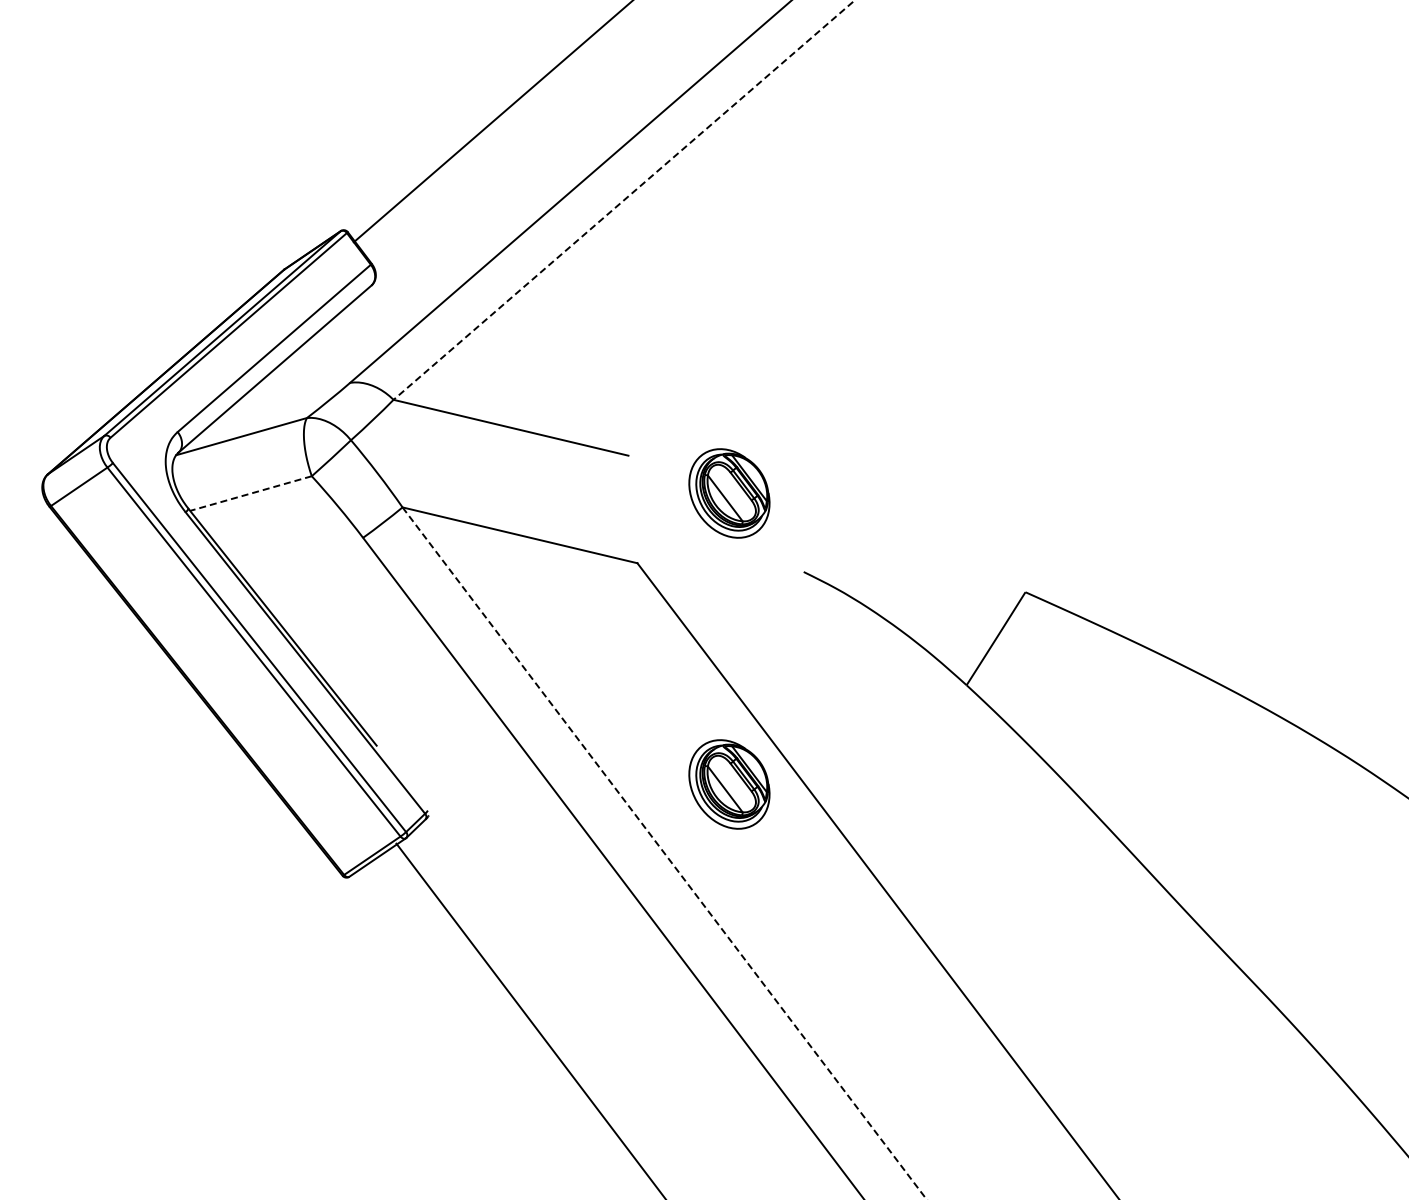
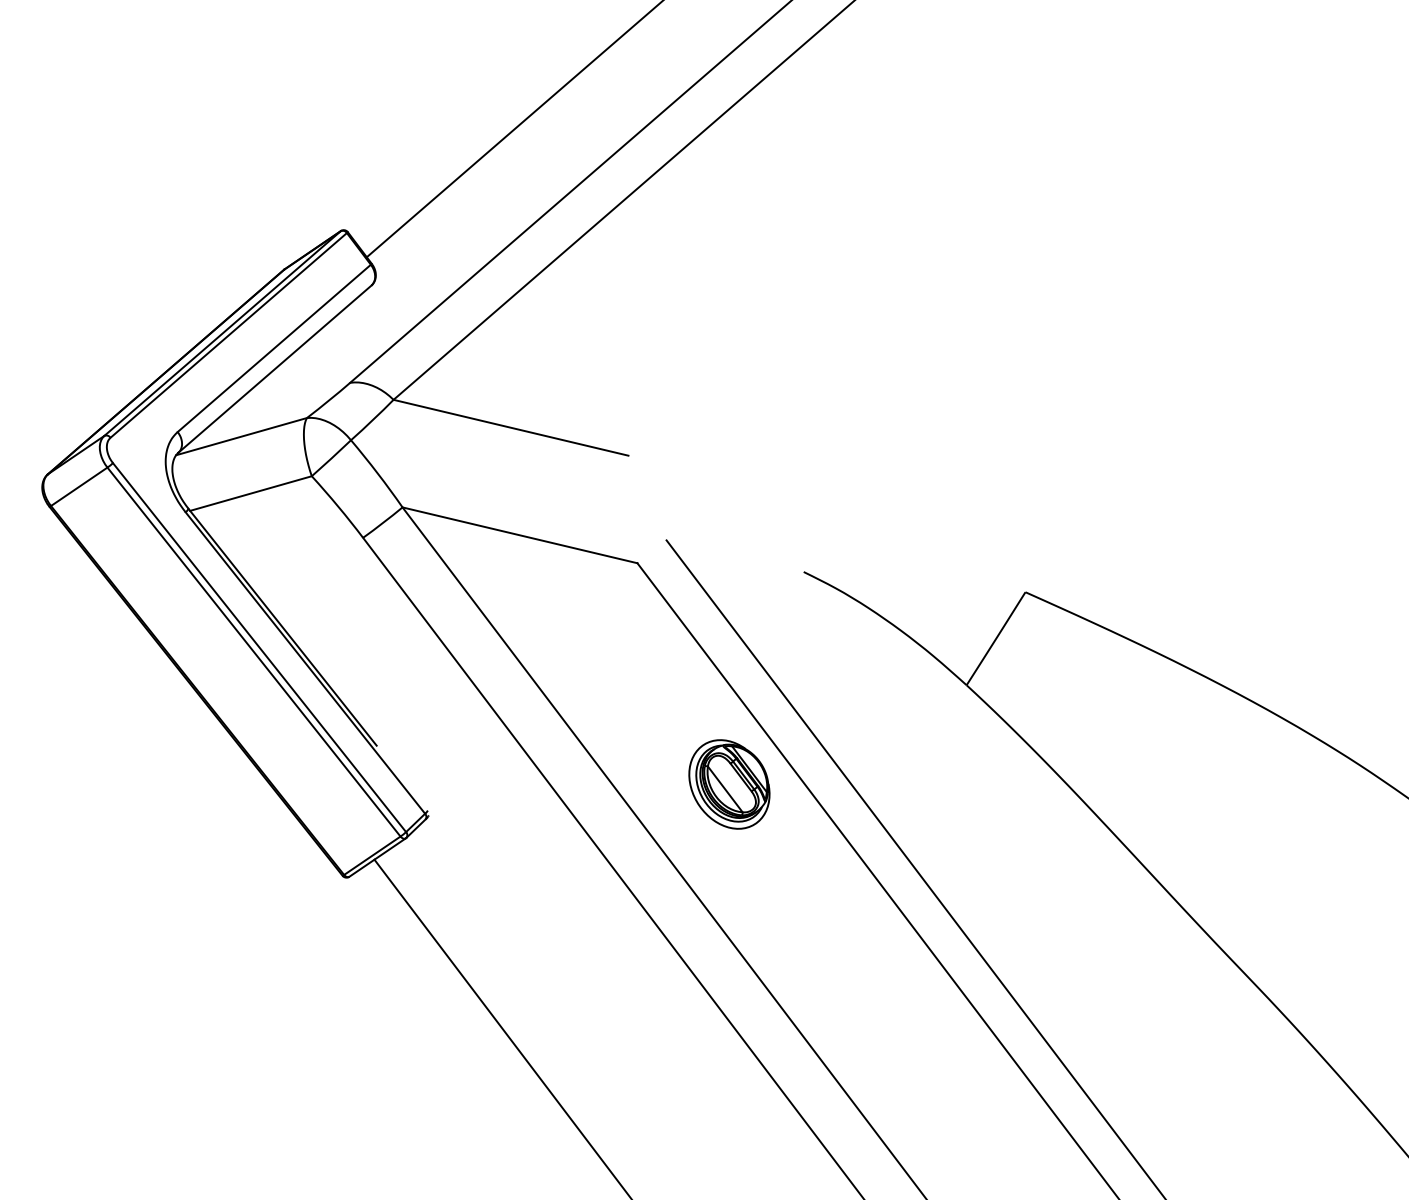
line at (491, 122) position: (491, 122) -> (513, 129)
line at (624, 200): dashed -> solid
line at (250, 493): dashed -> solid
part at (729, 493): present -> none
line at (664, 853): dashed -> solid
line at (914, 868): none -> present
line at (529, 1019) position: (529, 1019) -> (501, 1027)
